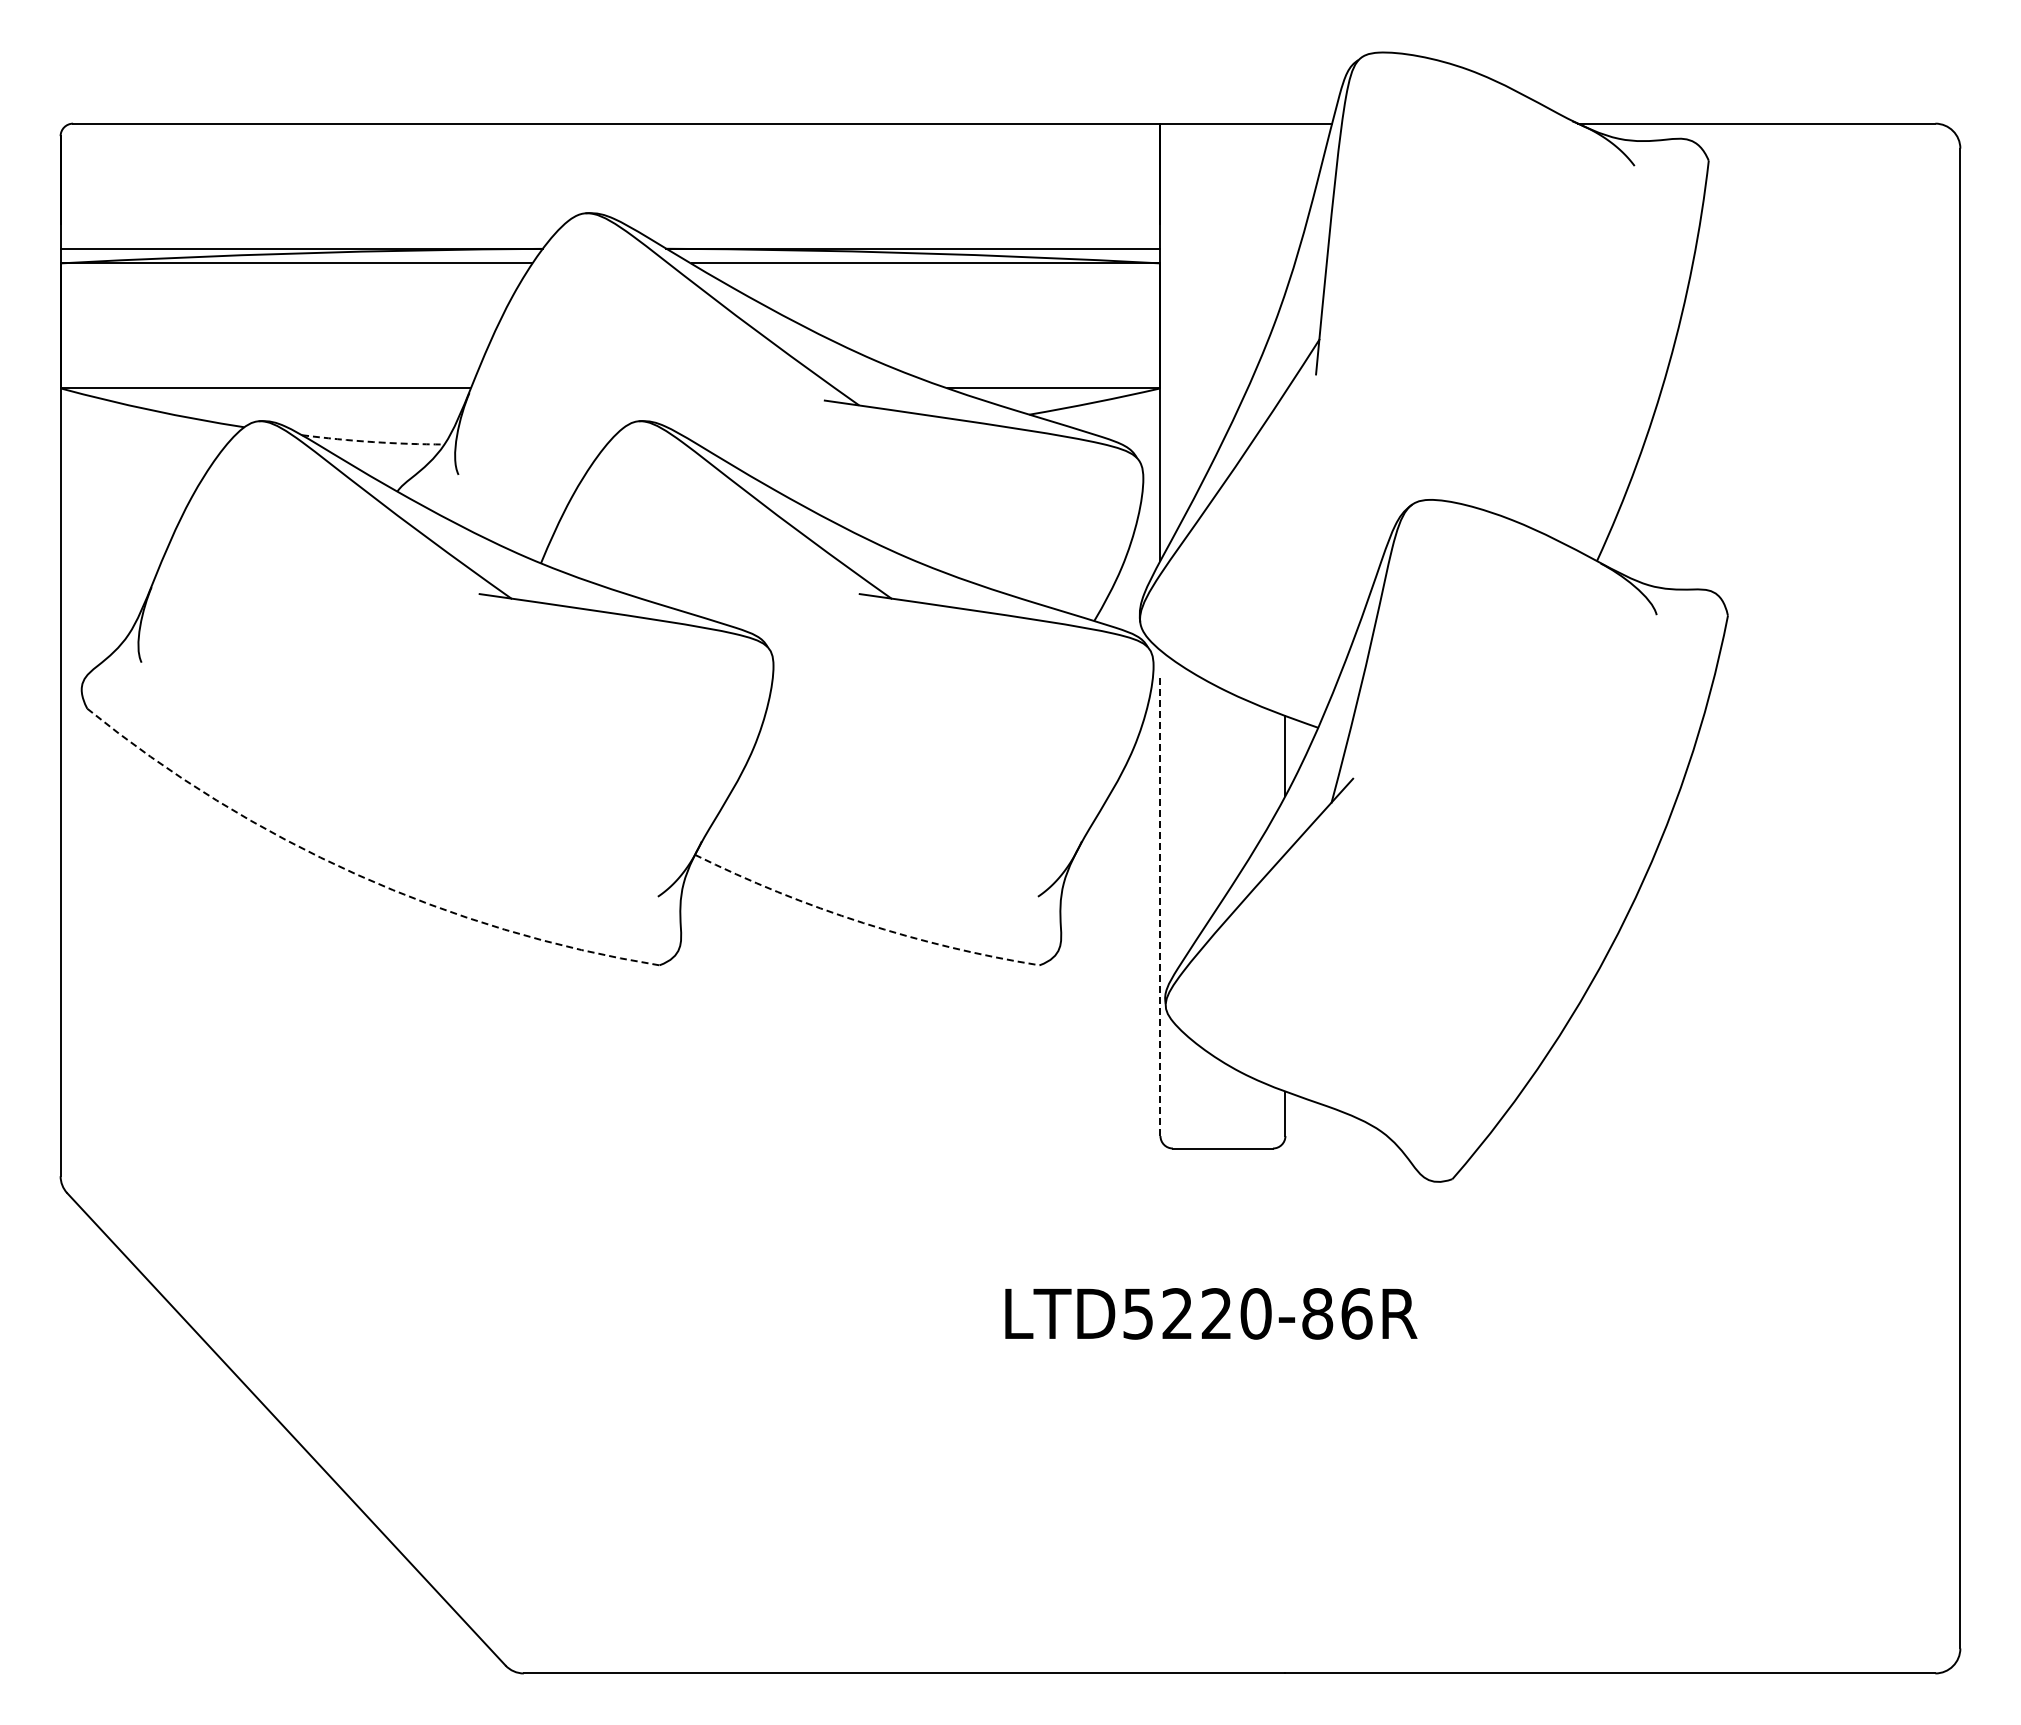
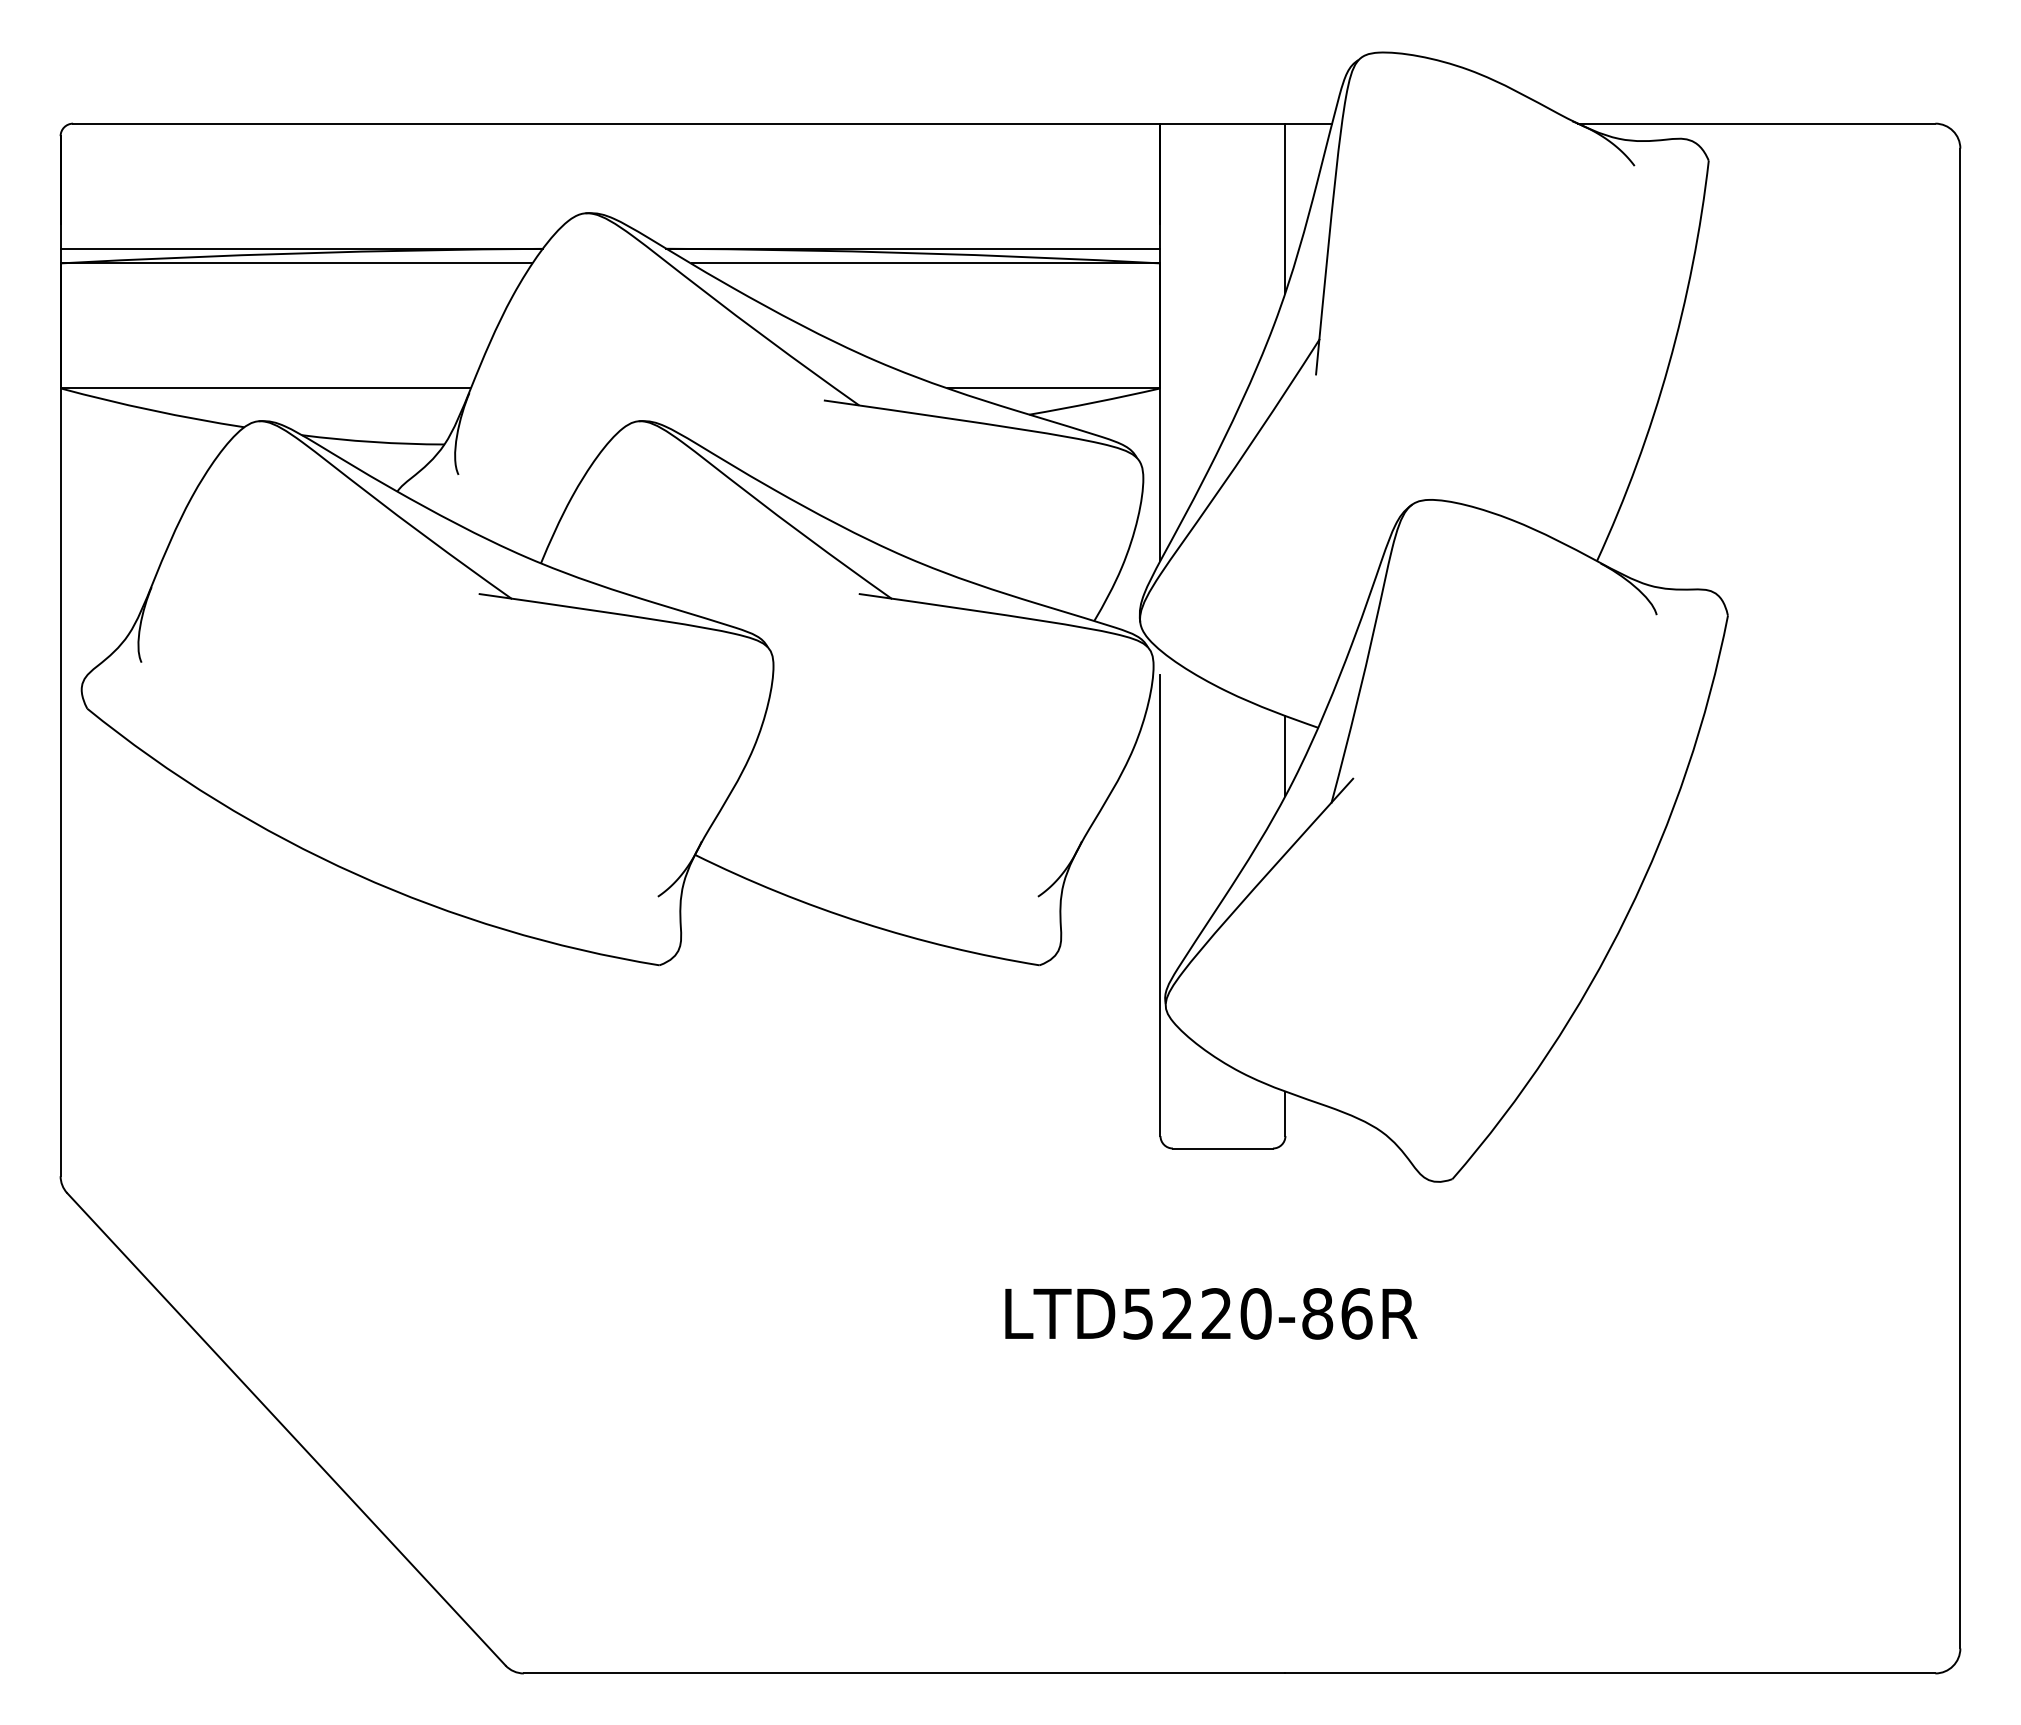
line at (1285, 207): none -> present
arc at (373, 442): dashed -> solid
arc at (356, 874): dashed -> solid
line at (1160, 905): dashed -> solid
arc at (863, 922): dashed -> solid
